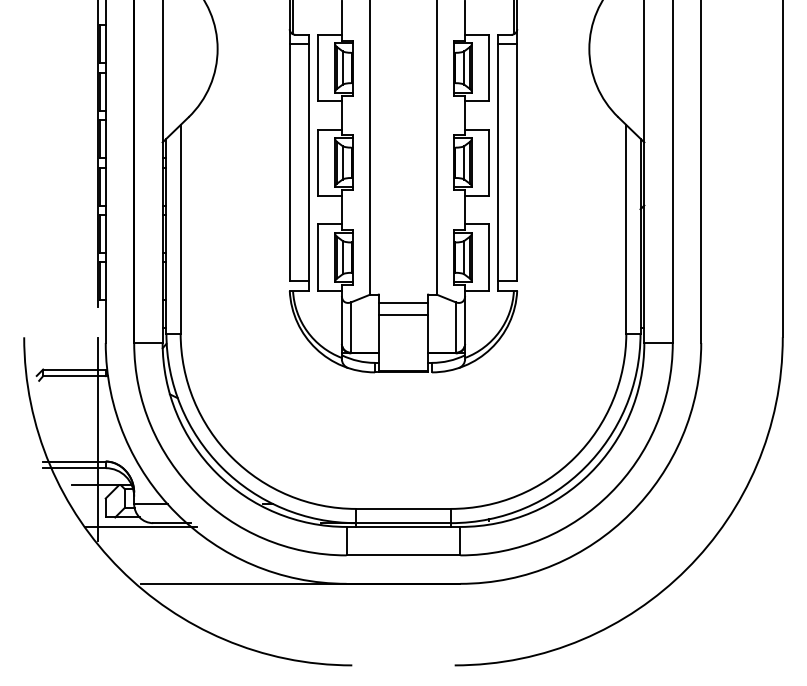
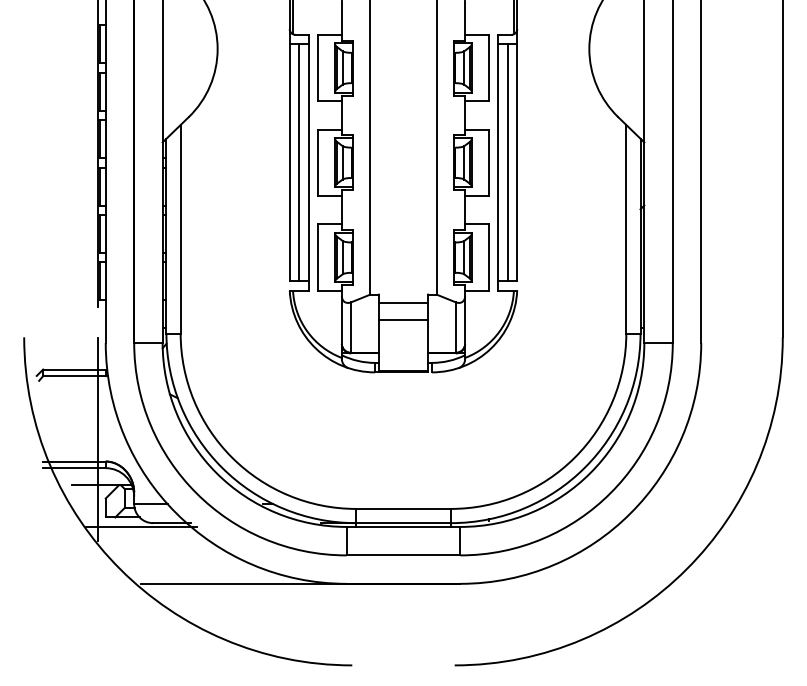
line at (299, 162): none -> present
line at (507, 162): none -> present
line at (403, 315) position: (403, 315) -> (403, 320)
